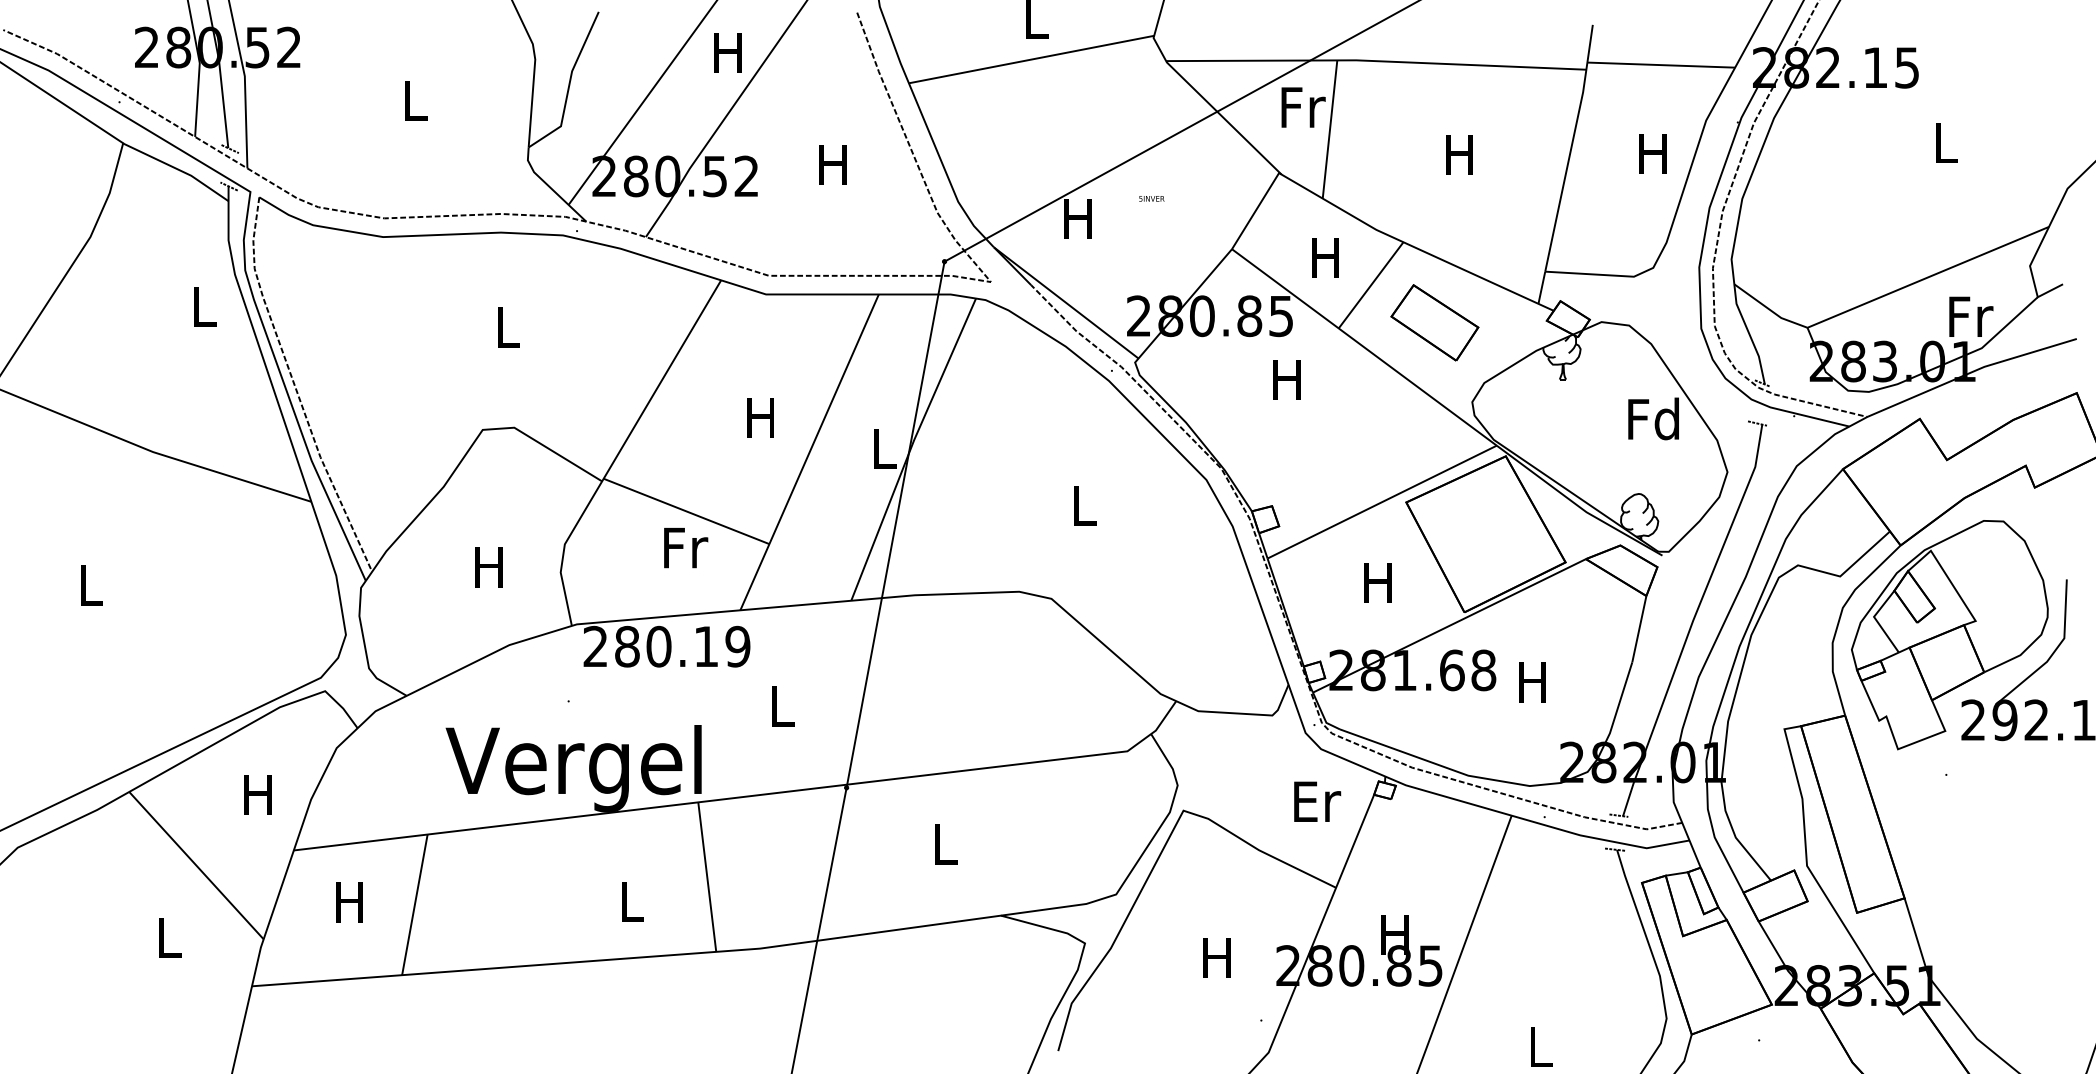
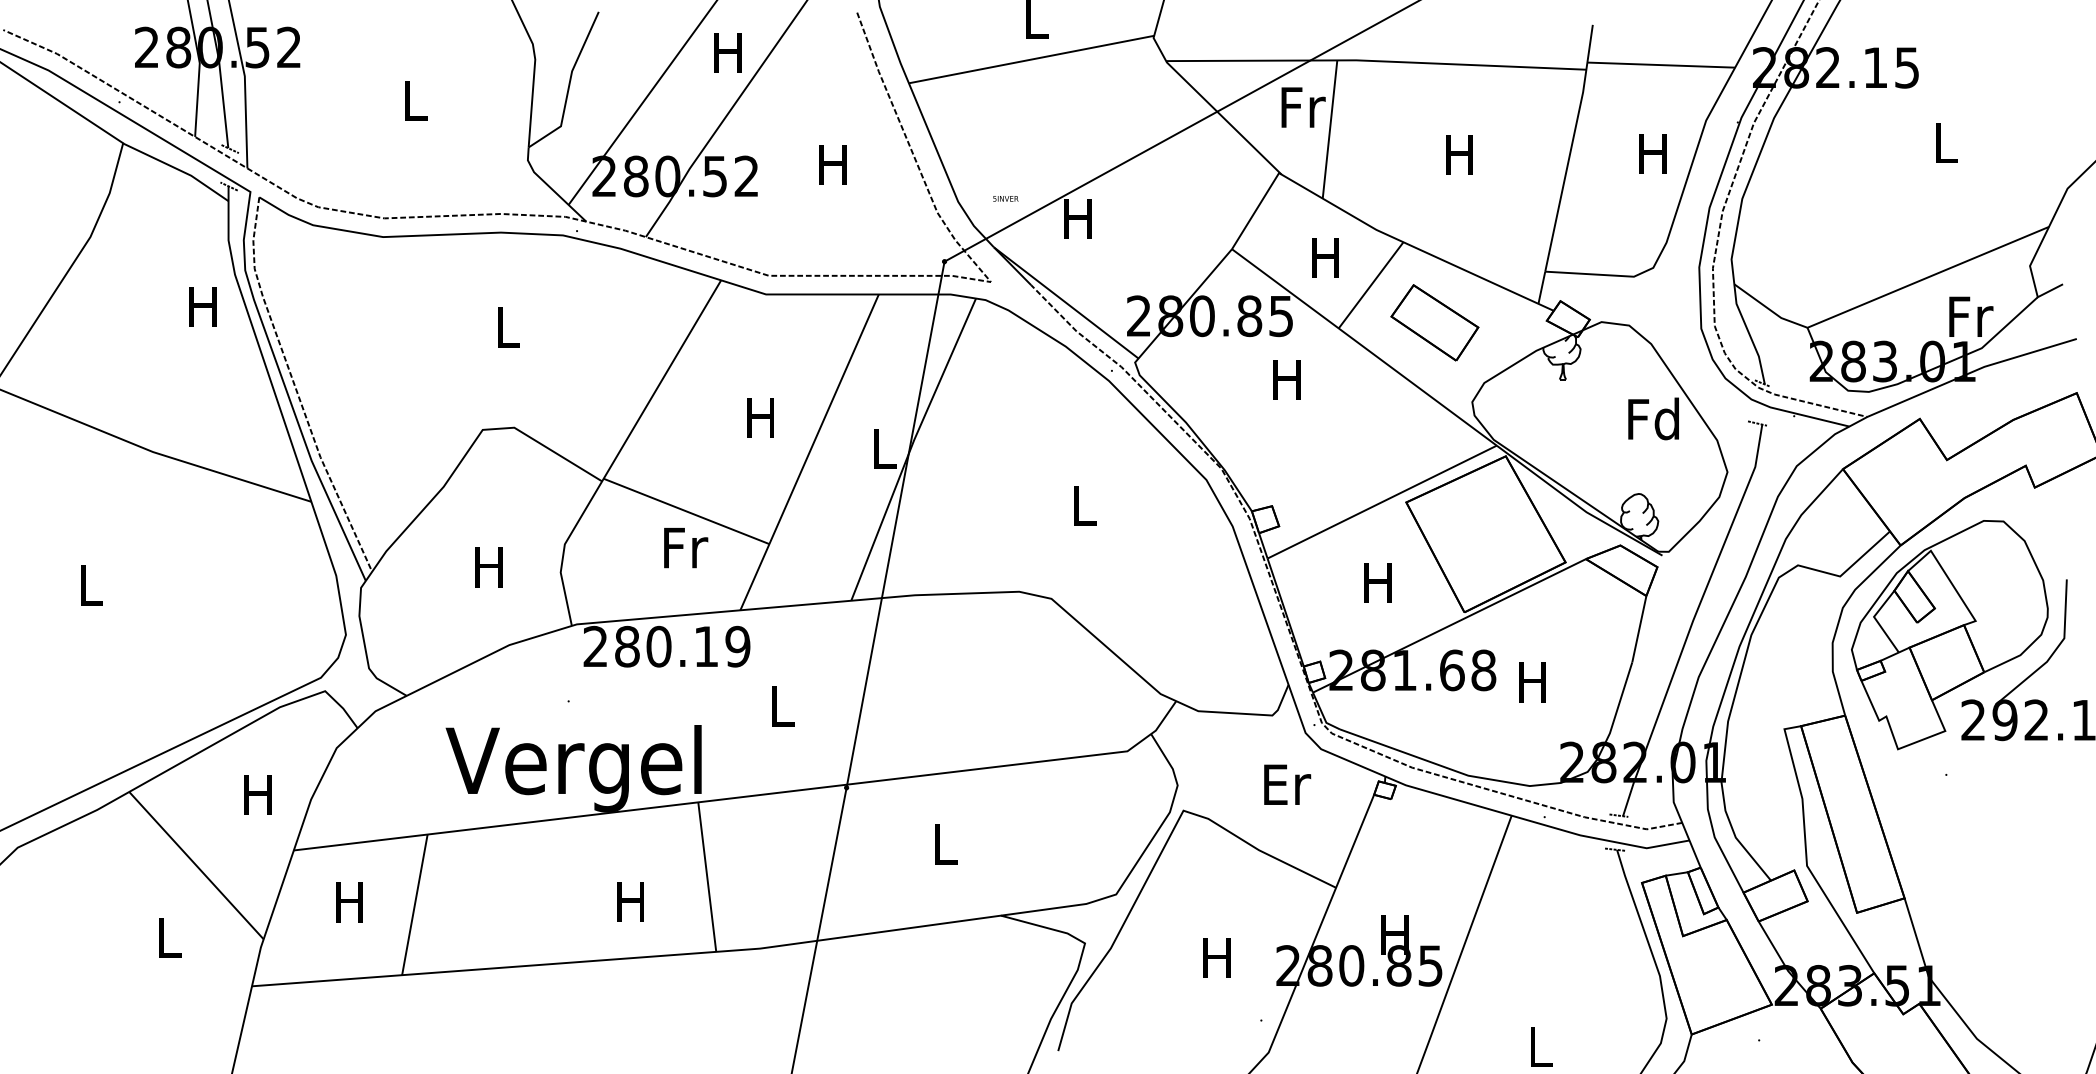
text at (1151, 198) position: (1151, 198) -> (1005, 198)
text at (202, 306): L -> H
text at (1317, 801) position: (1317, 801) -> (1287, 784)
text at (630, 901): L -> H
